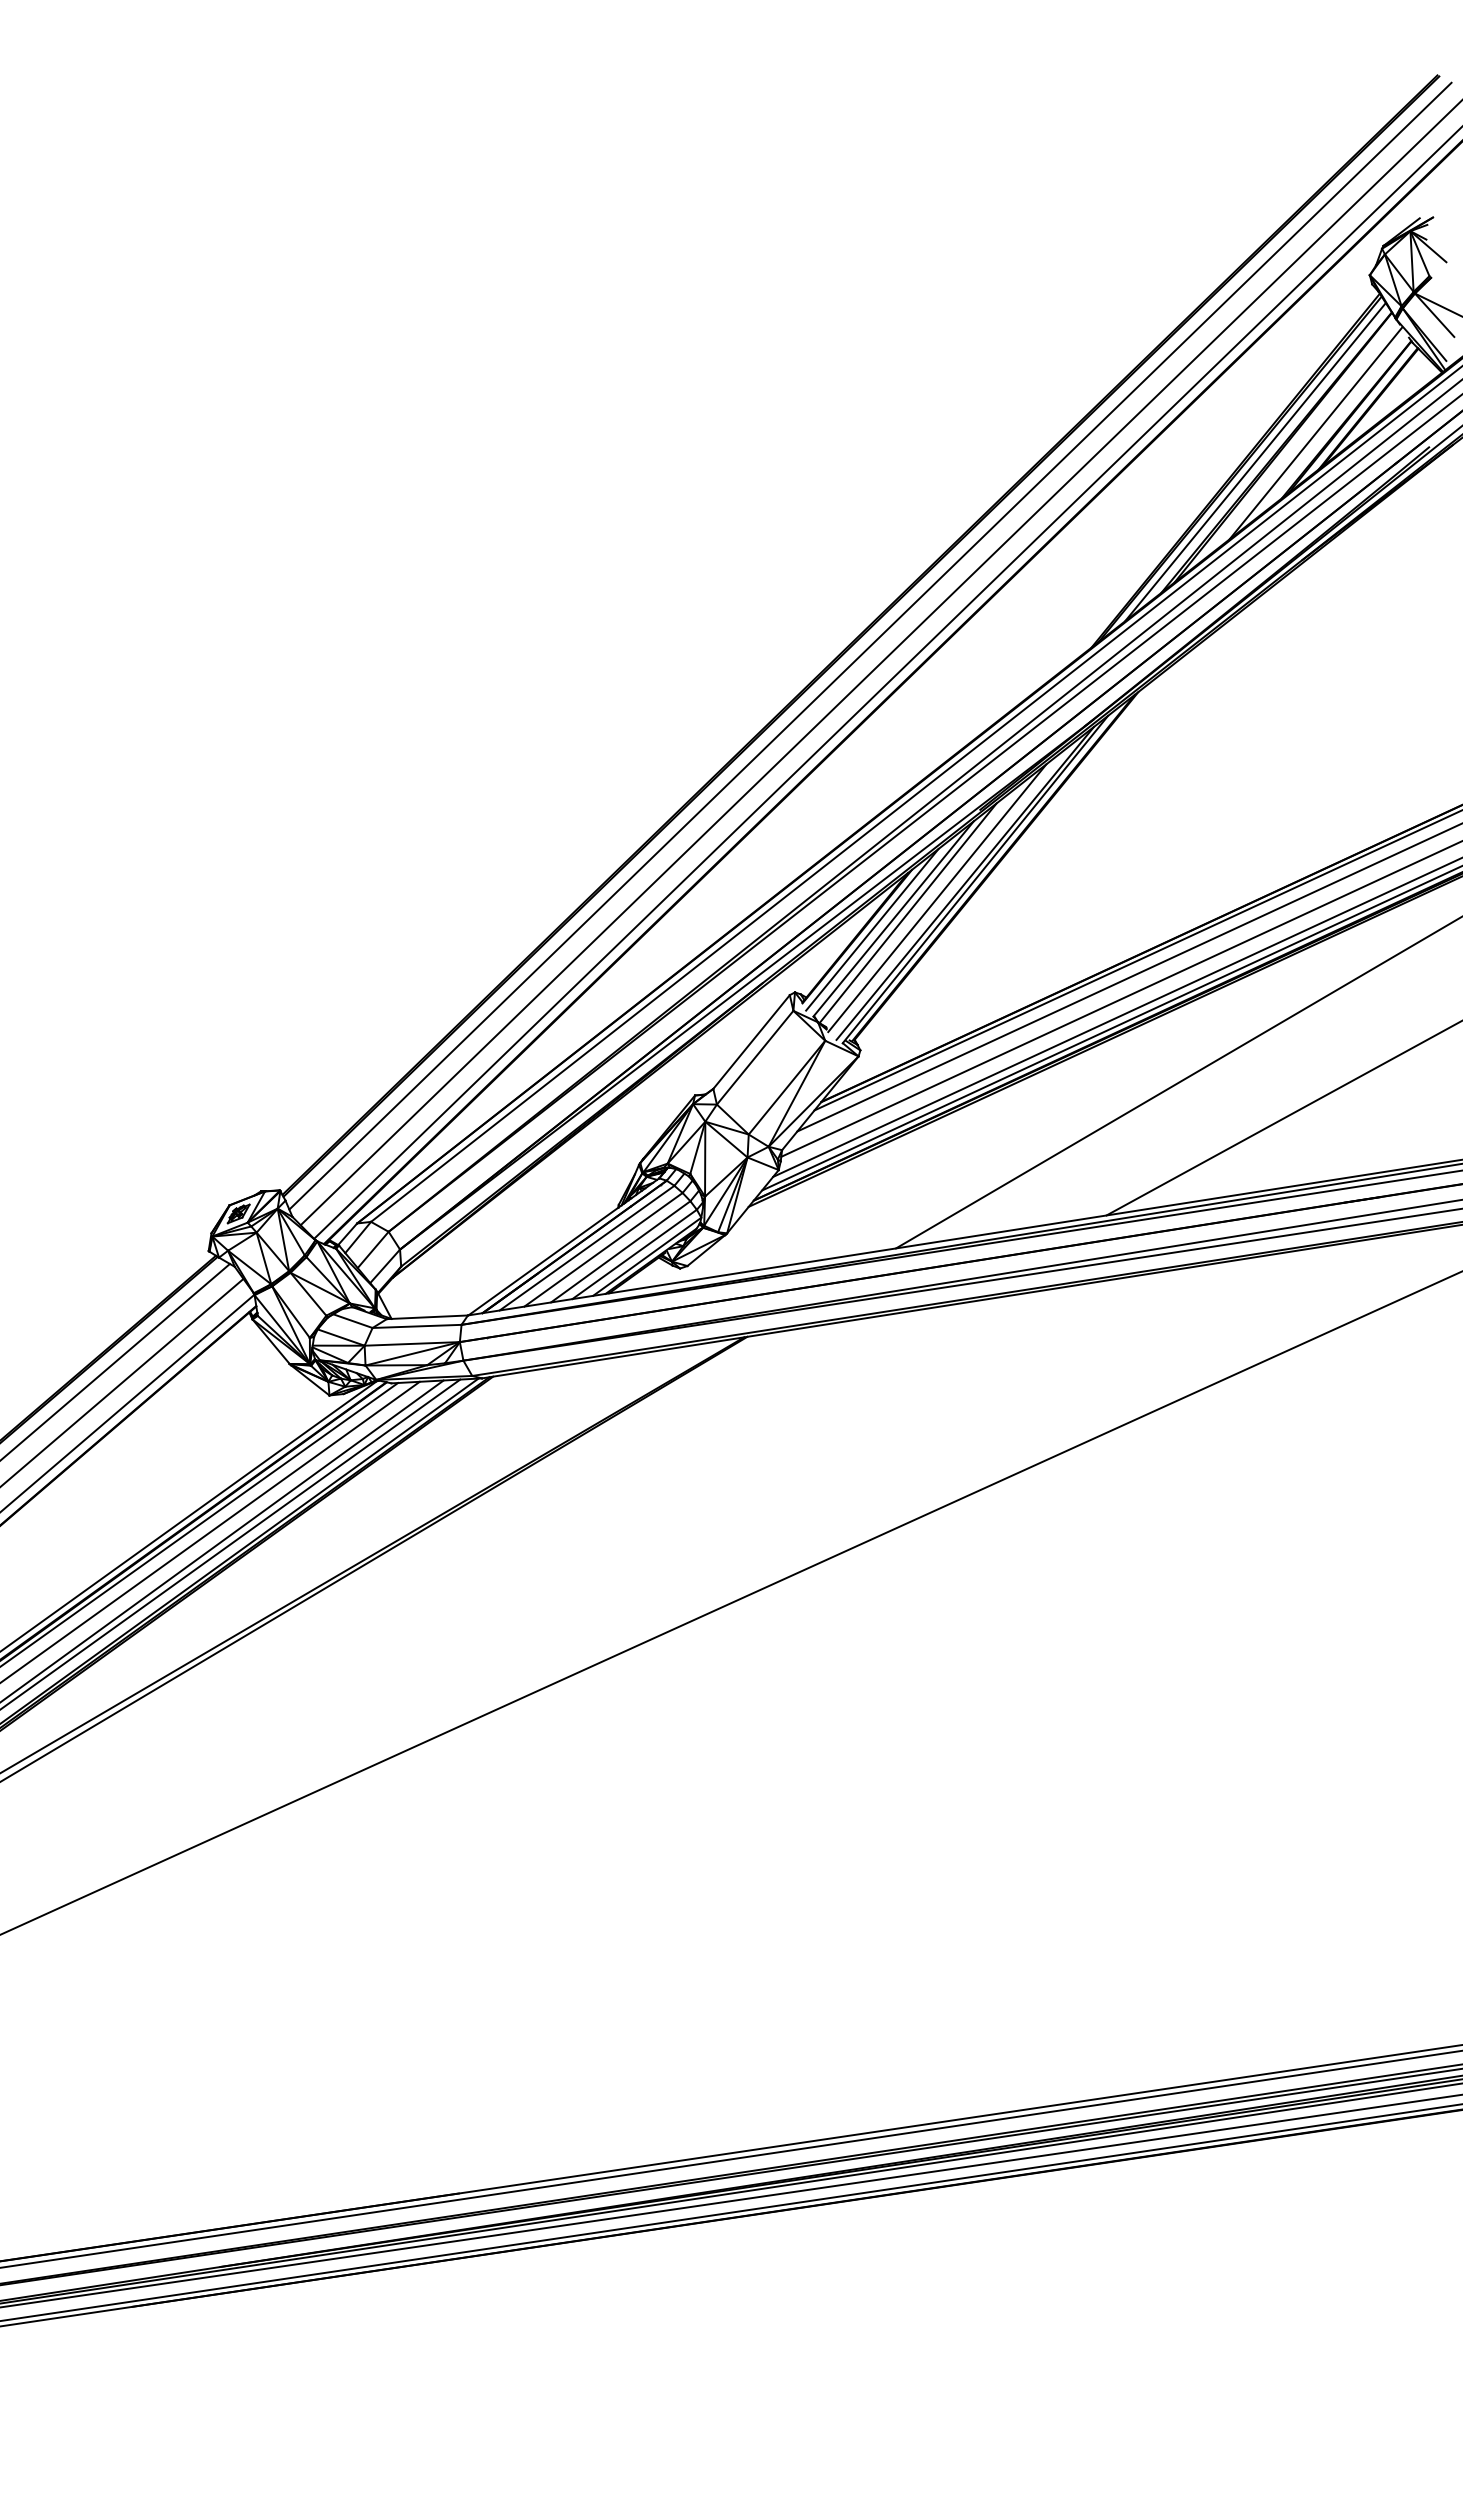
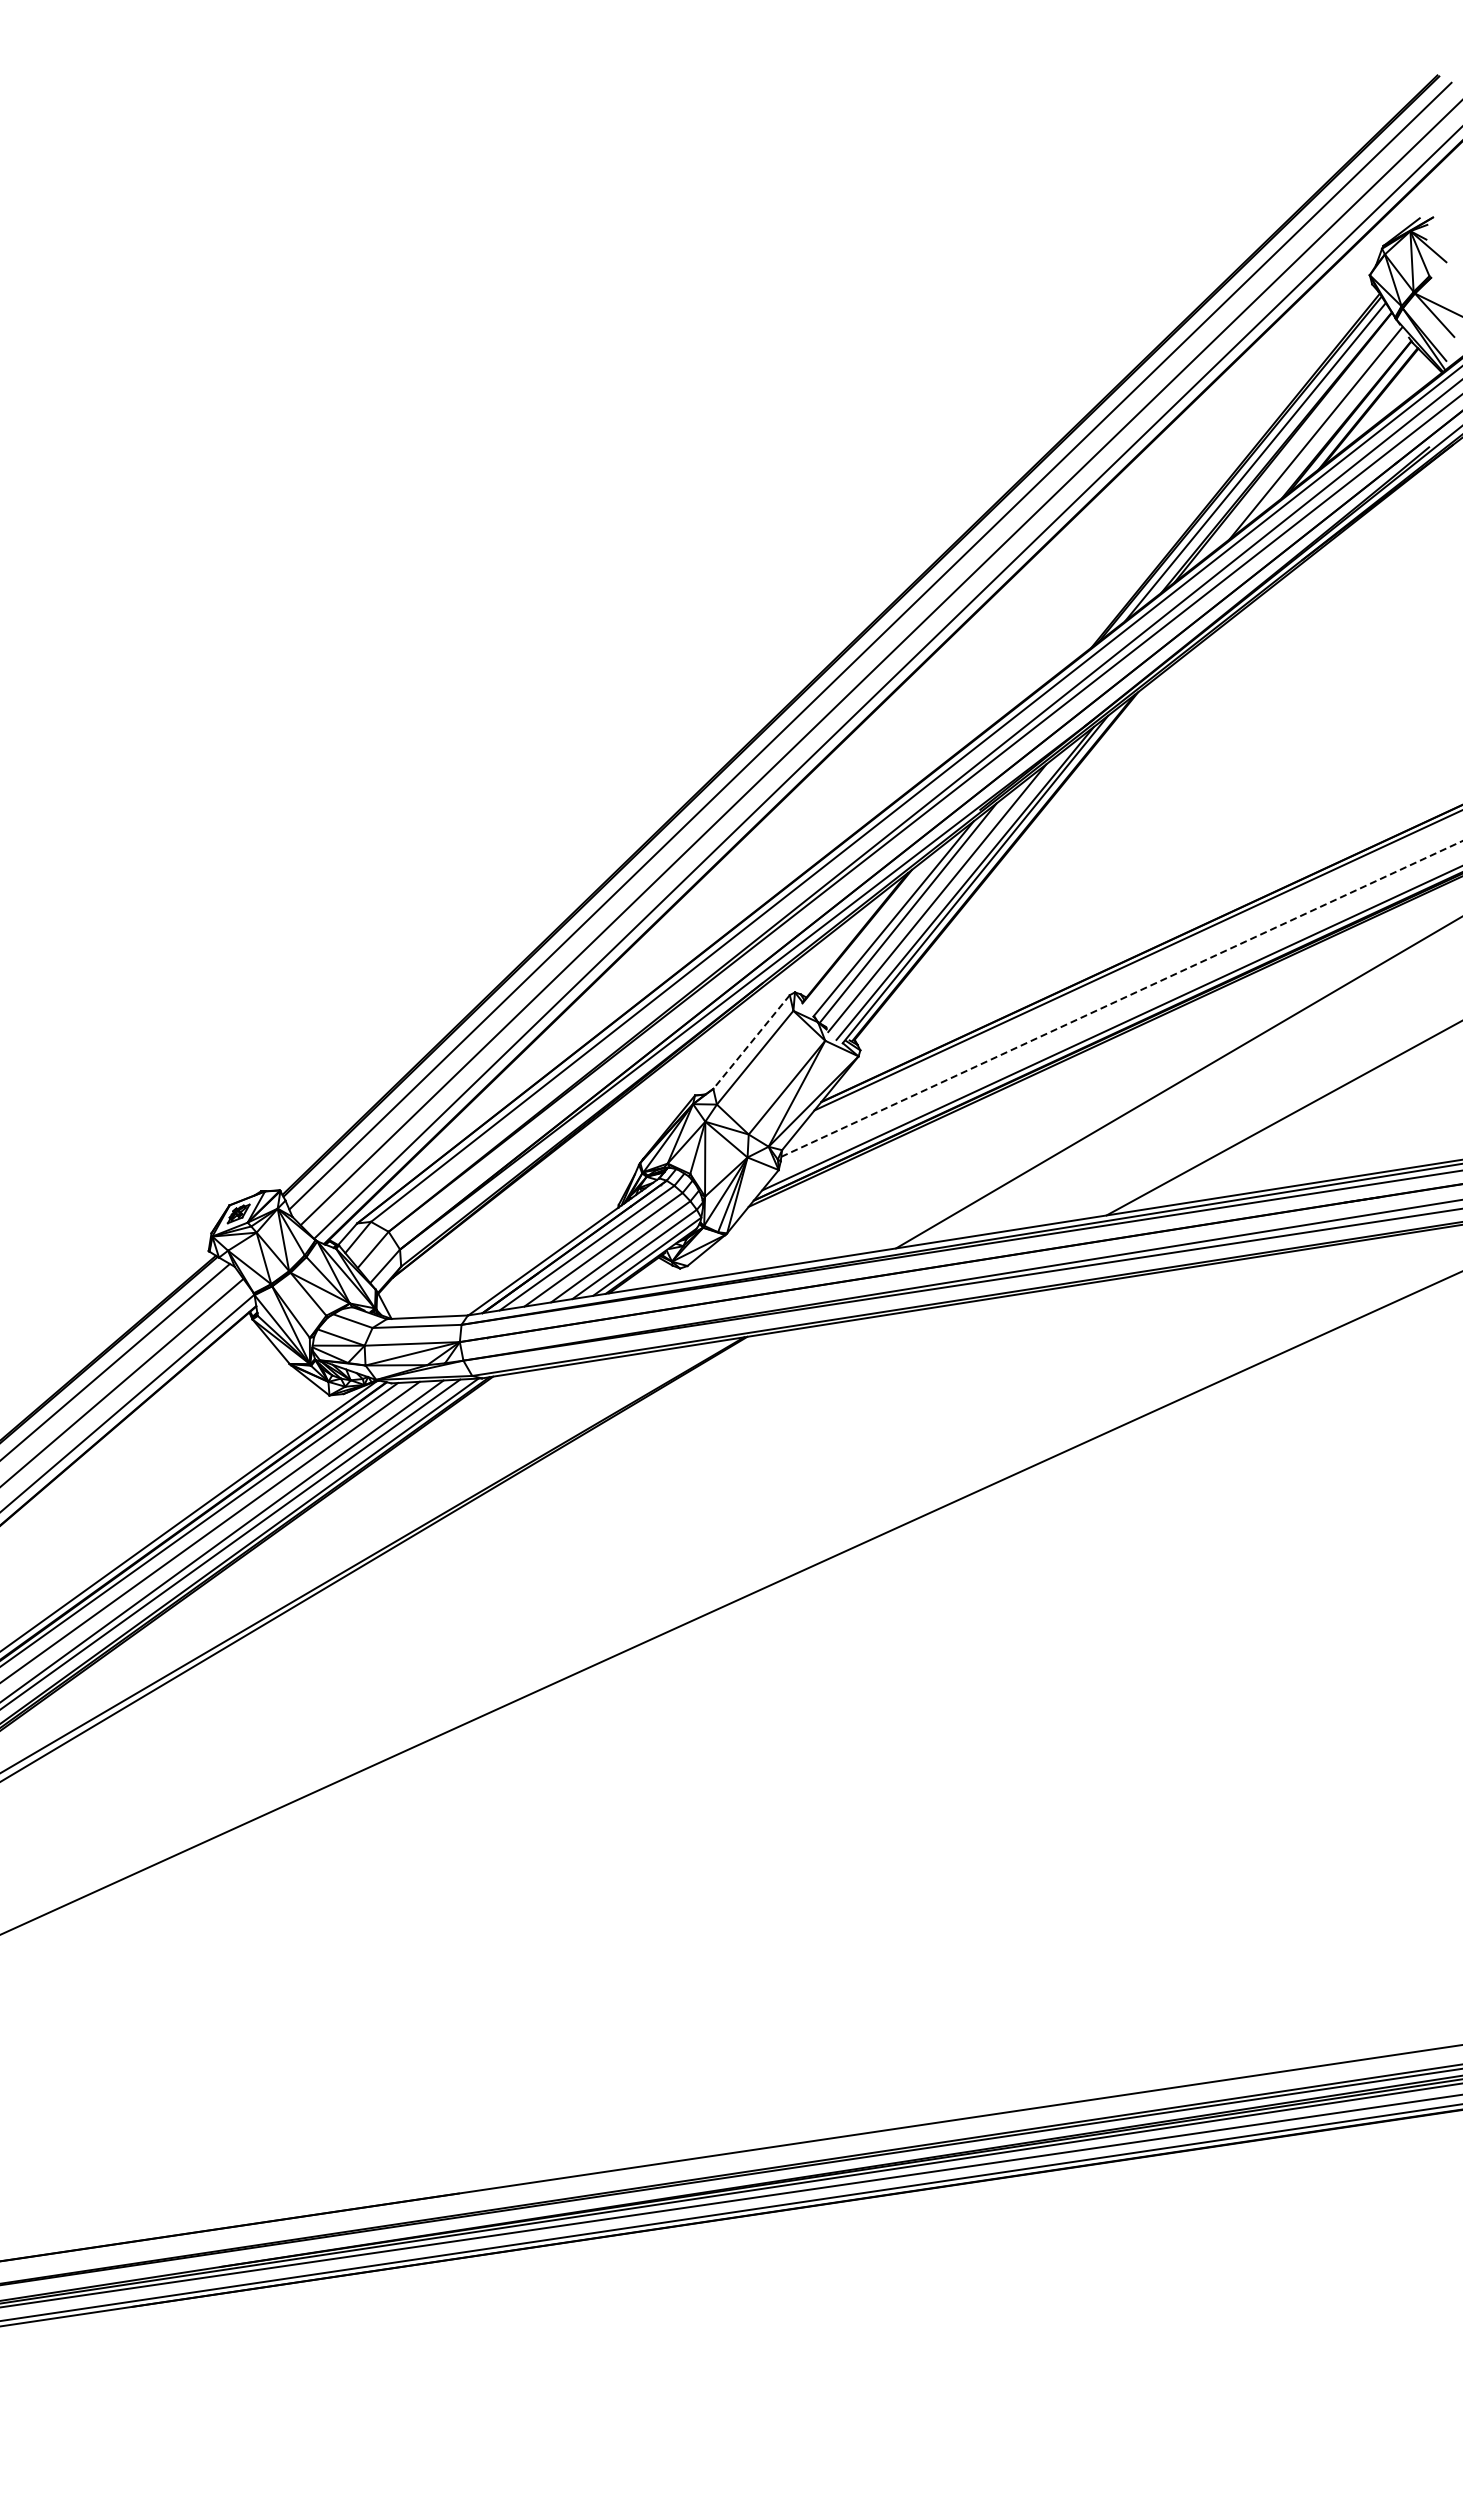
line at (872, 929): present -> none
line at (1128, 977): present -> none
line at (1122, 998): solid -> dashed
line at (1116, 1017): present -> none
line at (751, 1042): solid -> dashed
line at (730, 2159): present -> none
